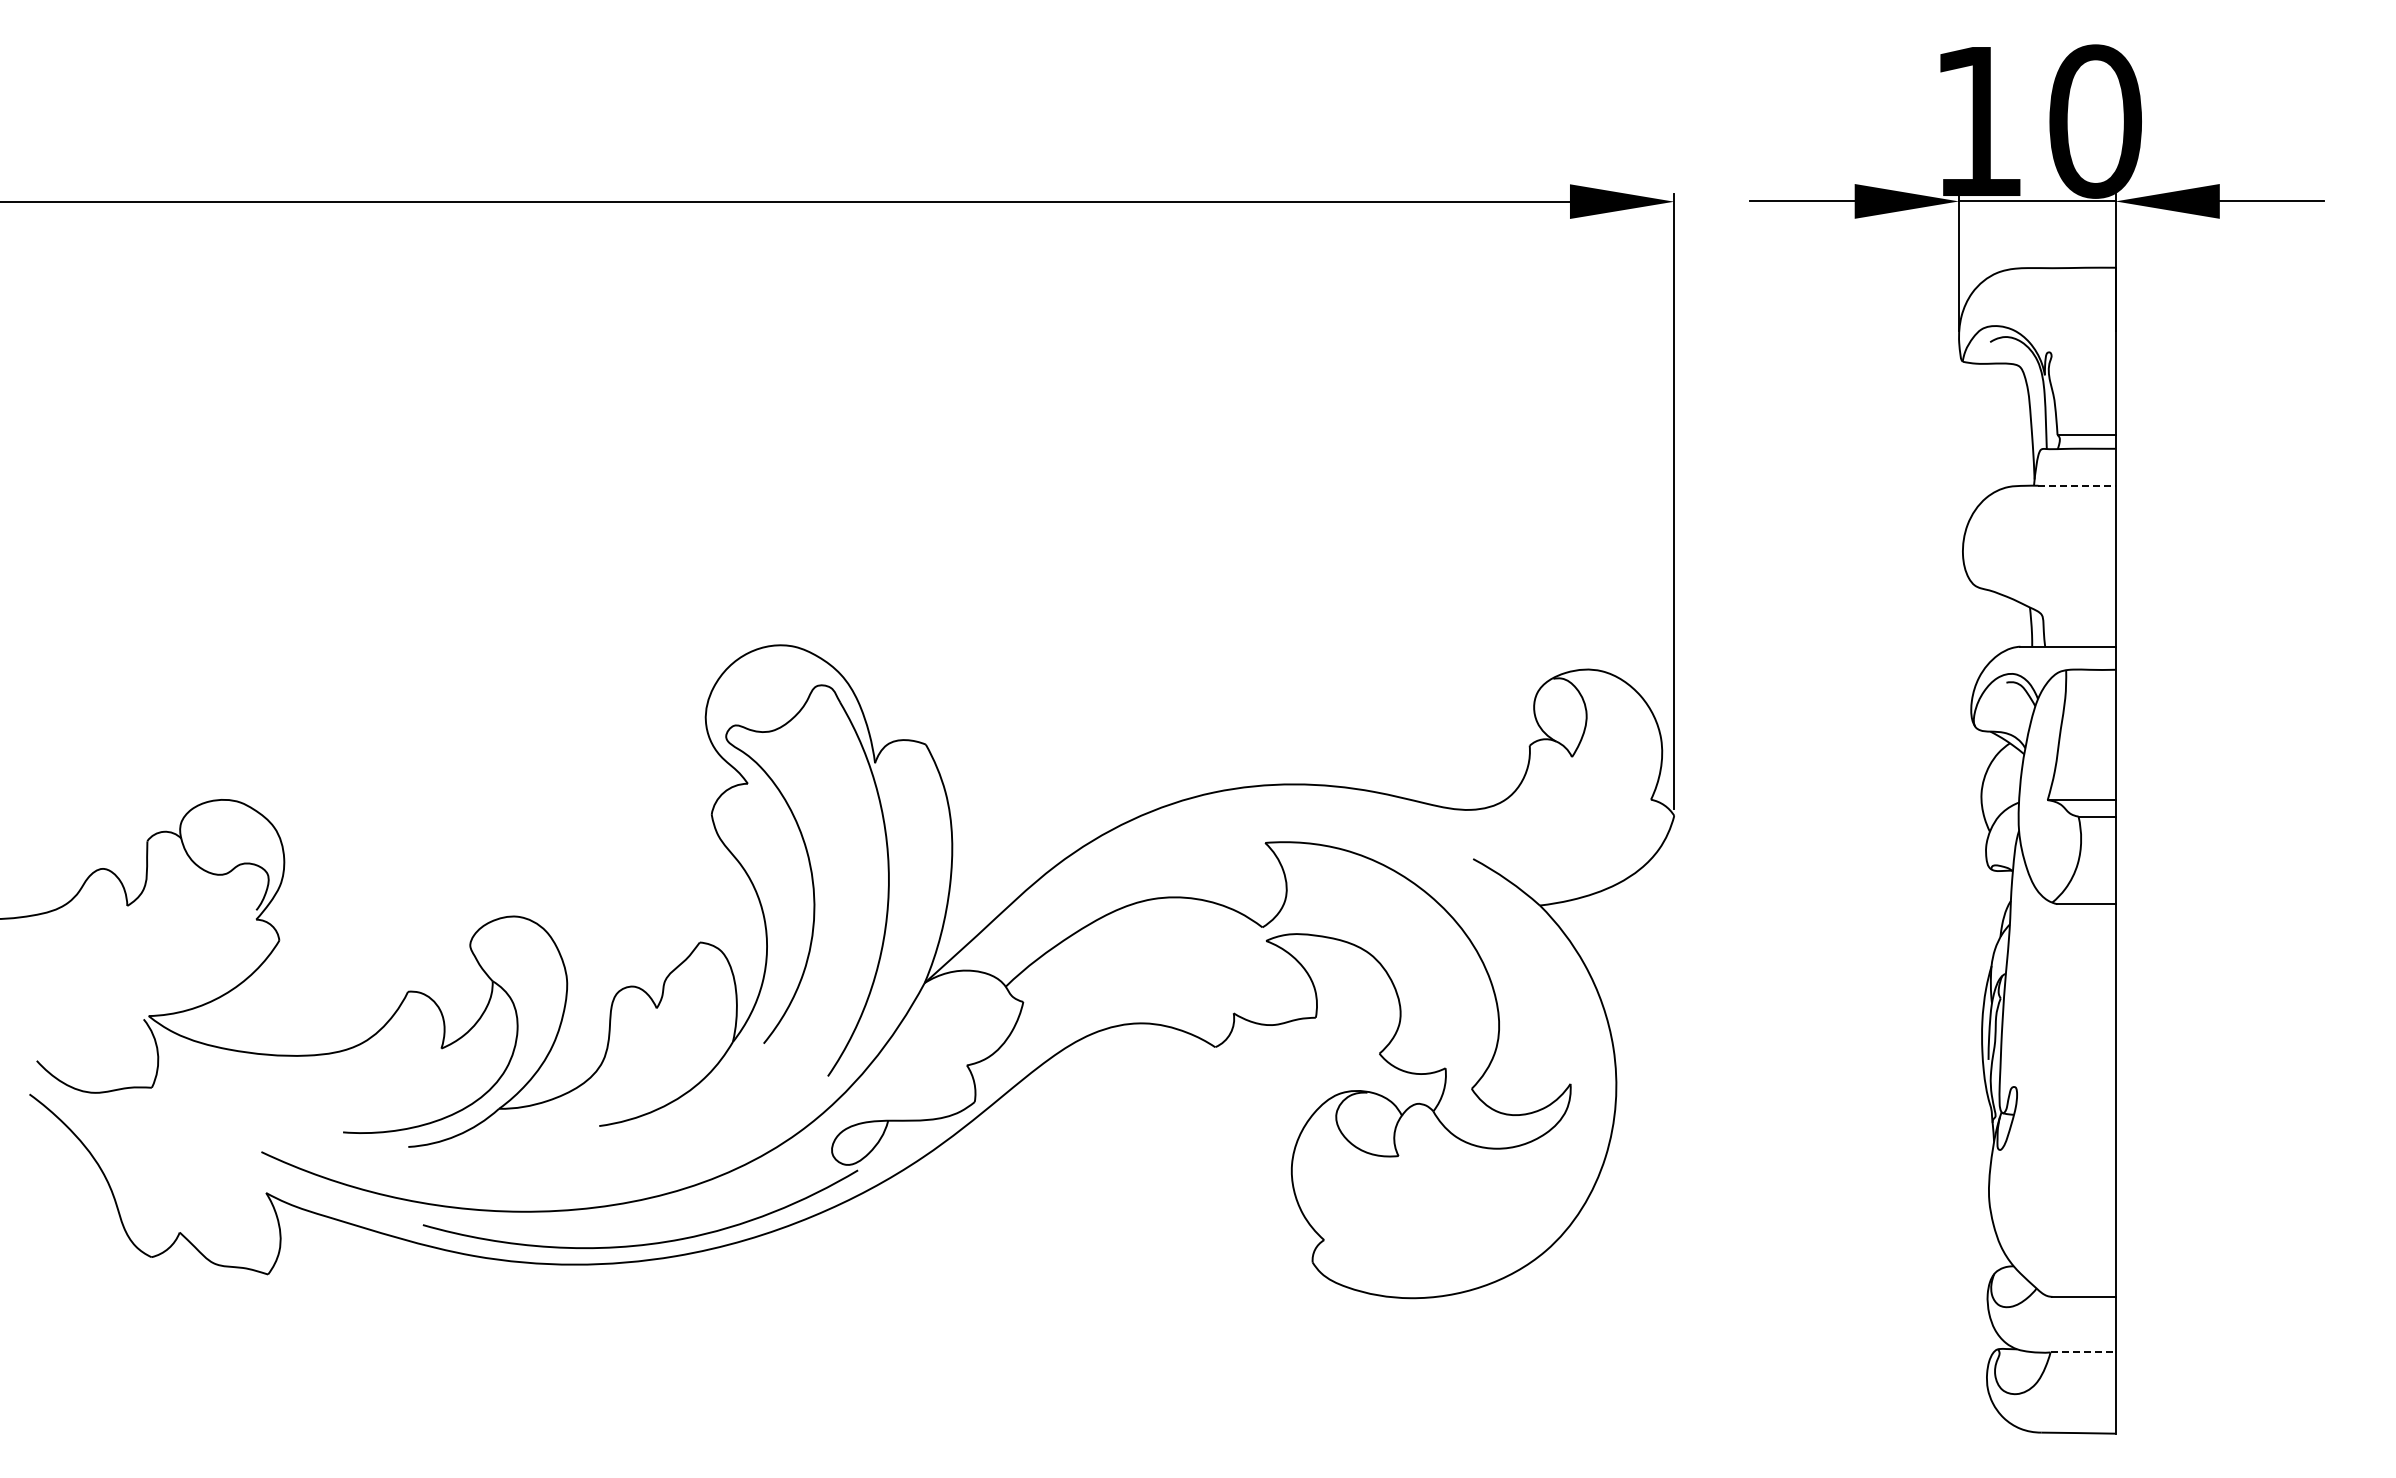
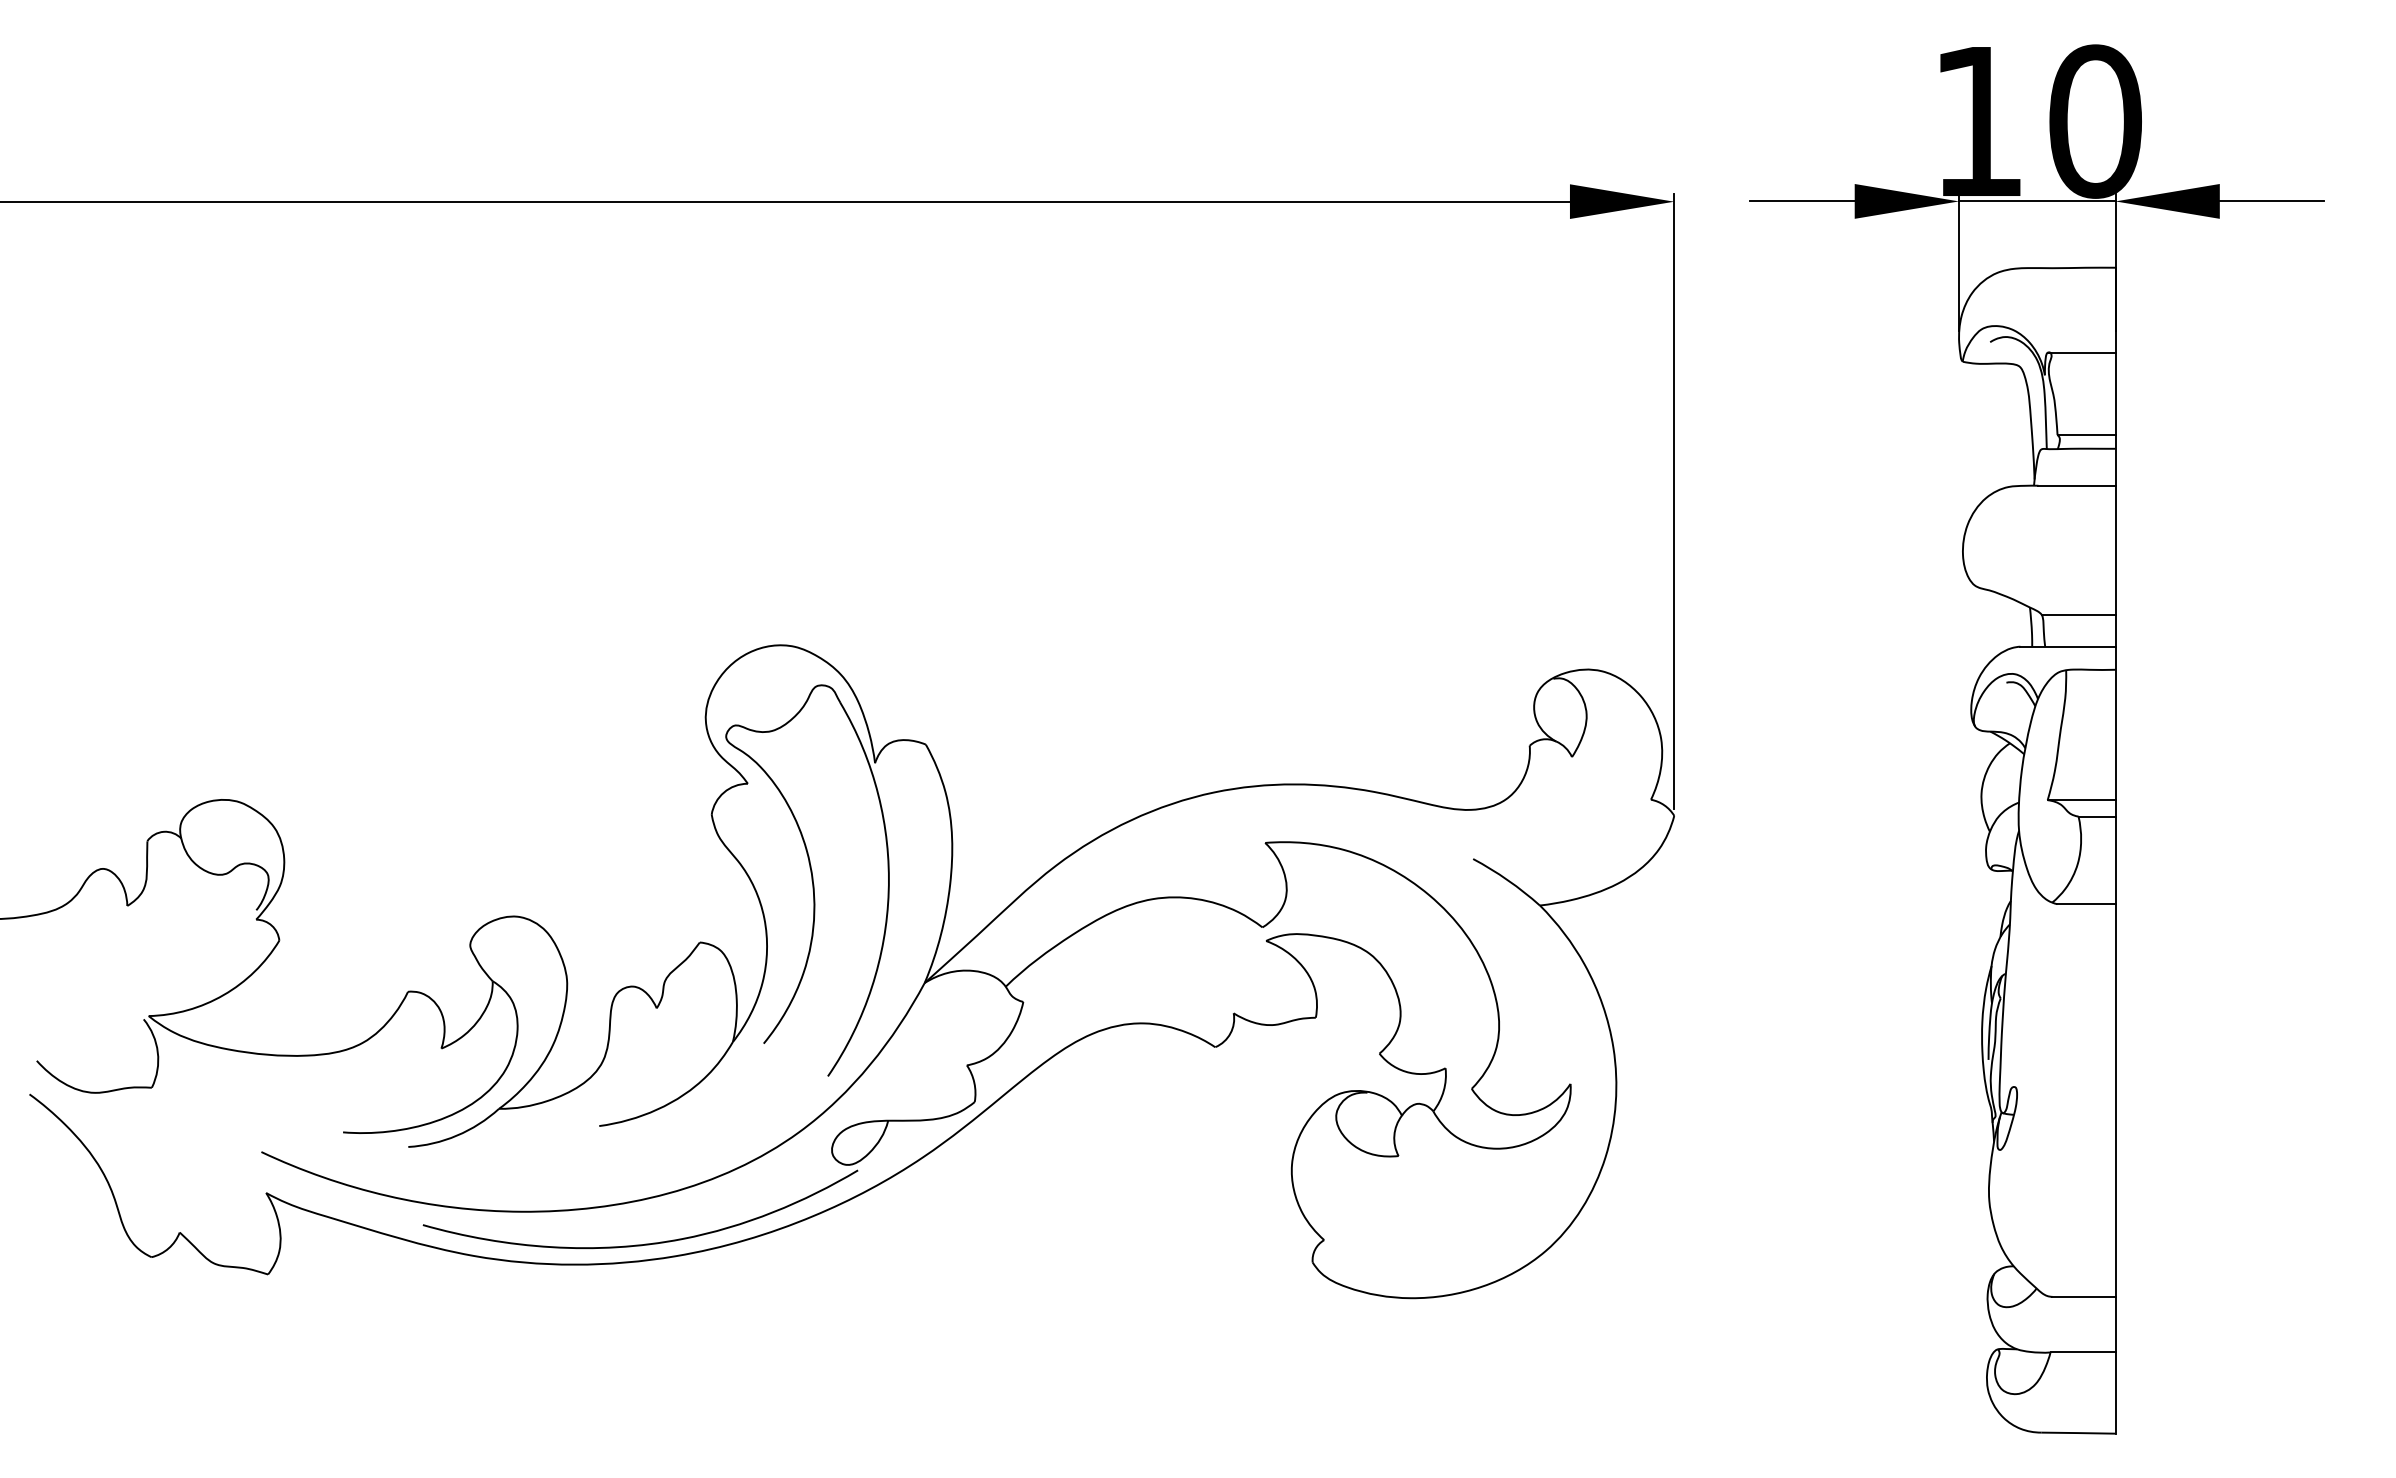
line at (2081, 352): none -> present
line at (2076, 485): dashed -> solid
line at (2078, 615): none -> present
line at (2083, 1352): dashed -> solid
